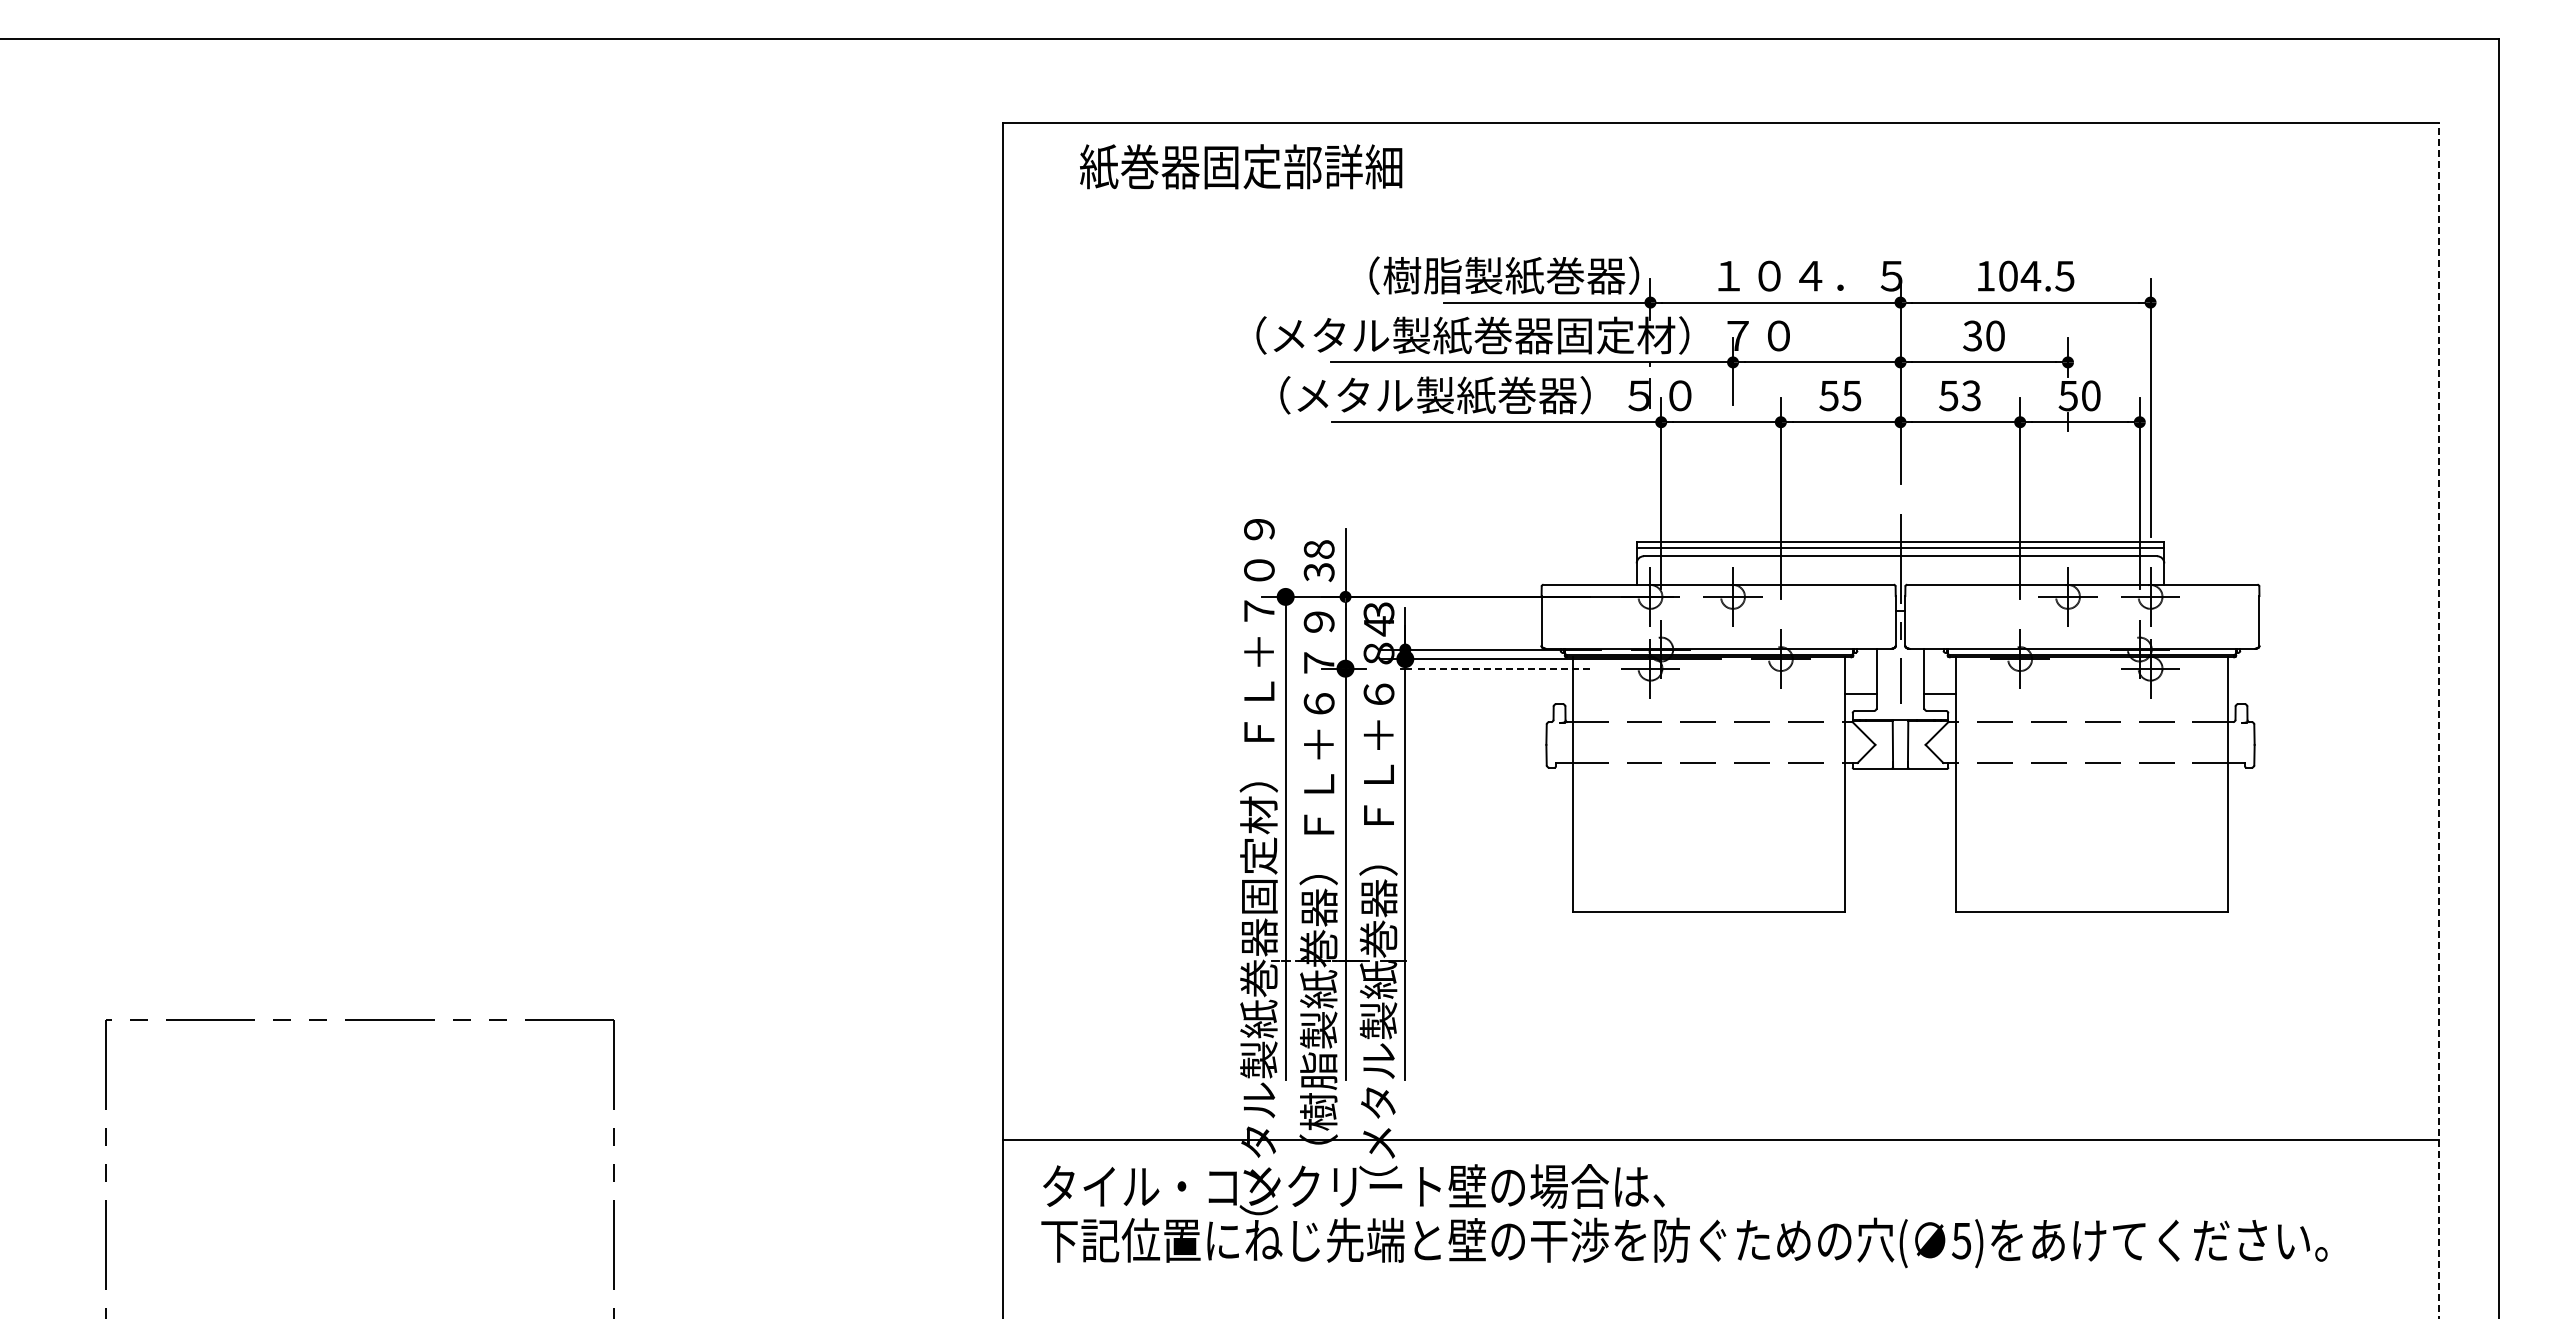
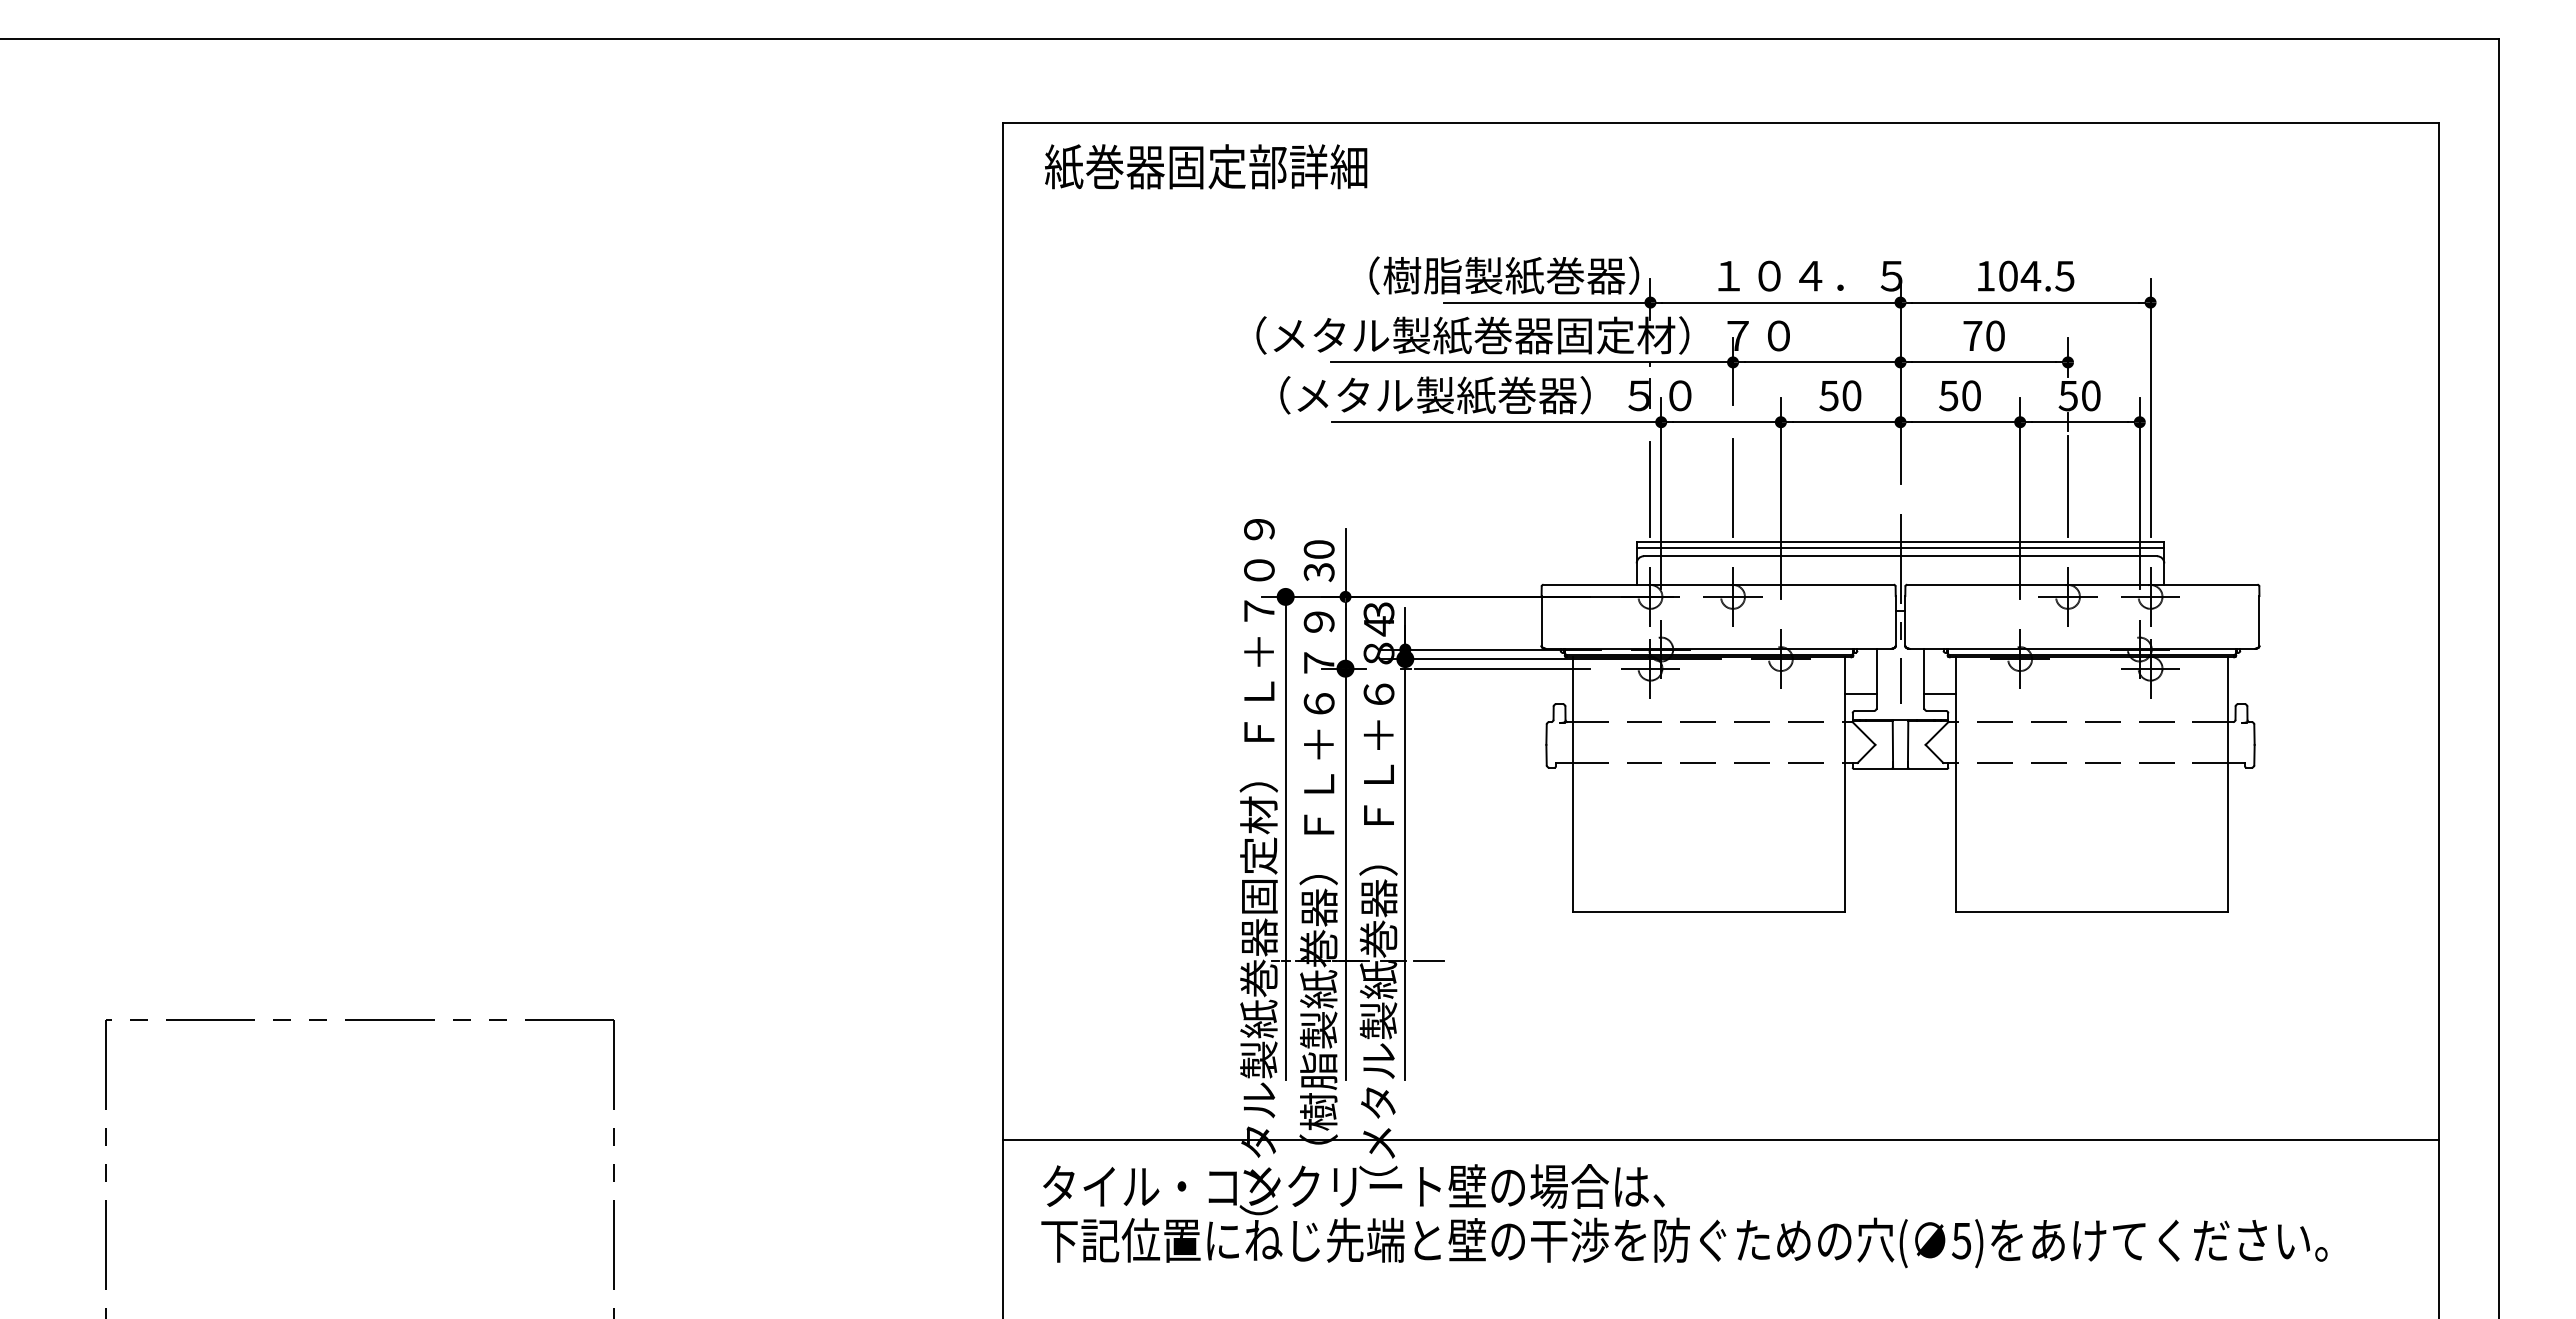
text at (1241, 166) position: (1241, 166) -> (1206, 166)
text at (1972, 335): 30 -> 70
text at (1851, 395): 55 -> 50
text at (1970, 395): 53 -> 50
line at (2068, 486): none -> present
line at (1733, 487): none -> present
line at (1650, 488): none -> present
text at (1319, 549): 38 -> 30
line at (1502, 668): dashed -> solid
line at (2438, 720): dashed -> solid
line at (1429, 960): none -> present
